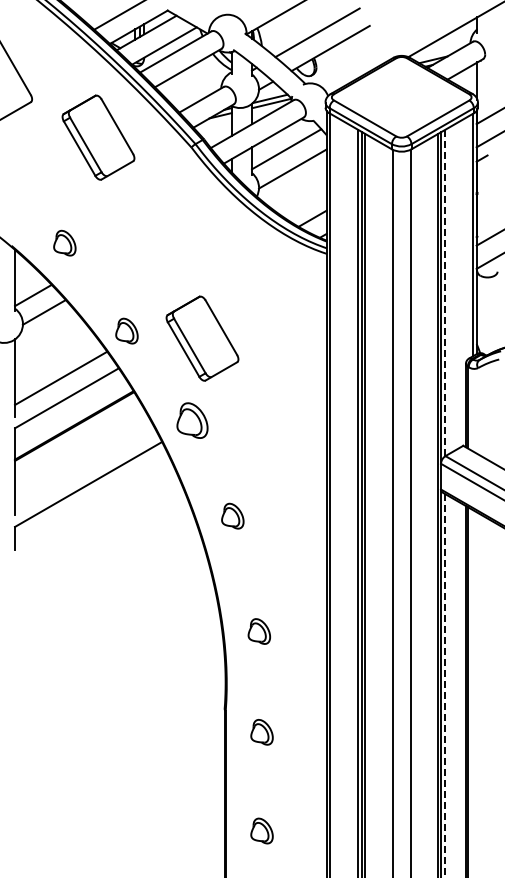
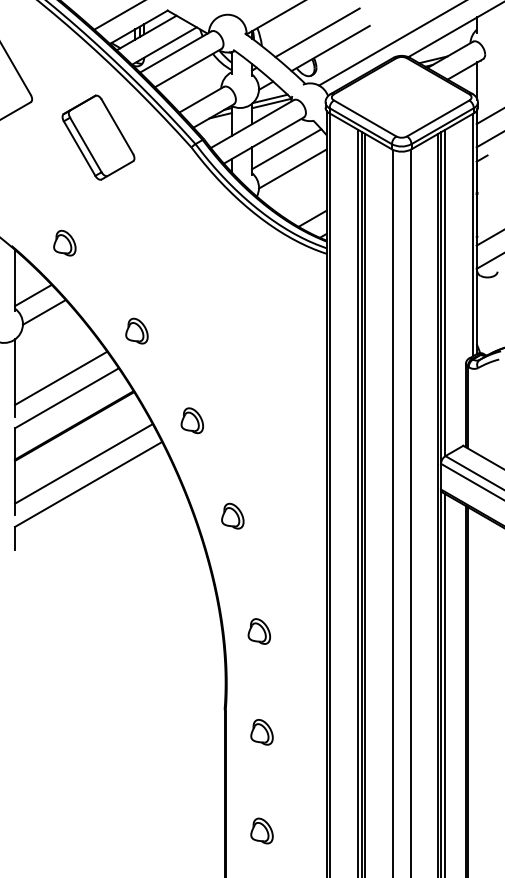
line at (391, 43): none -> present
line at (445, 293): dashed -> solid
part at (126, 330) position: (126, 330) -> (136, 330)
part at (202, 338): present -> none
part at (192, 420) size: 33x37 px -> 24x28 px
line at (83, 463): none -> present
line at (445, 686): dashed -> solid
